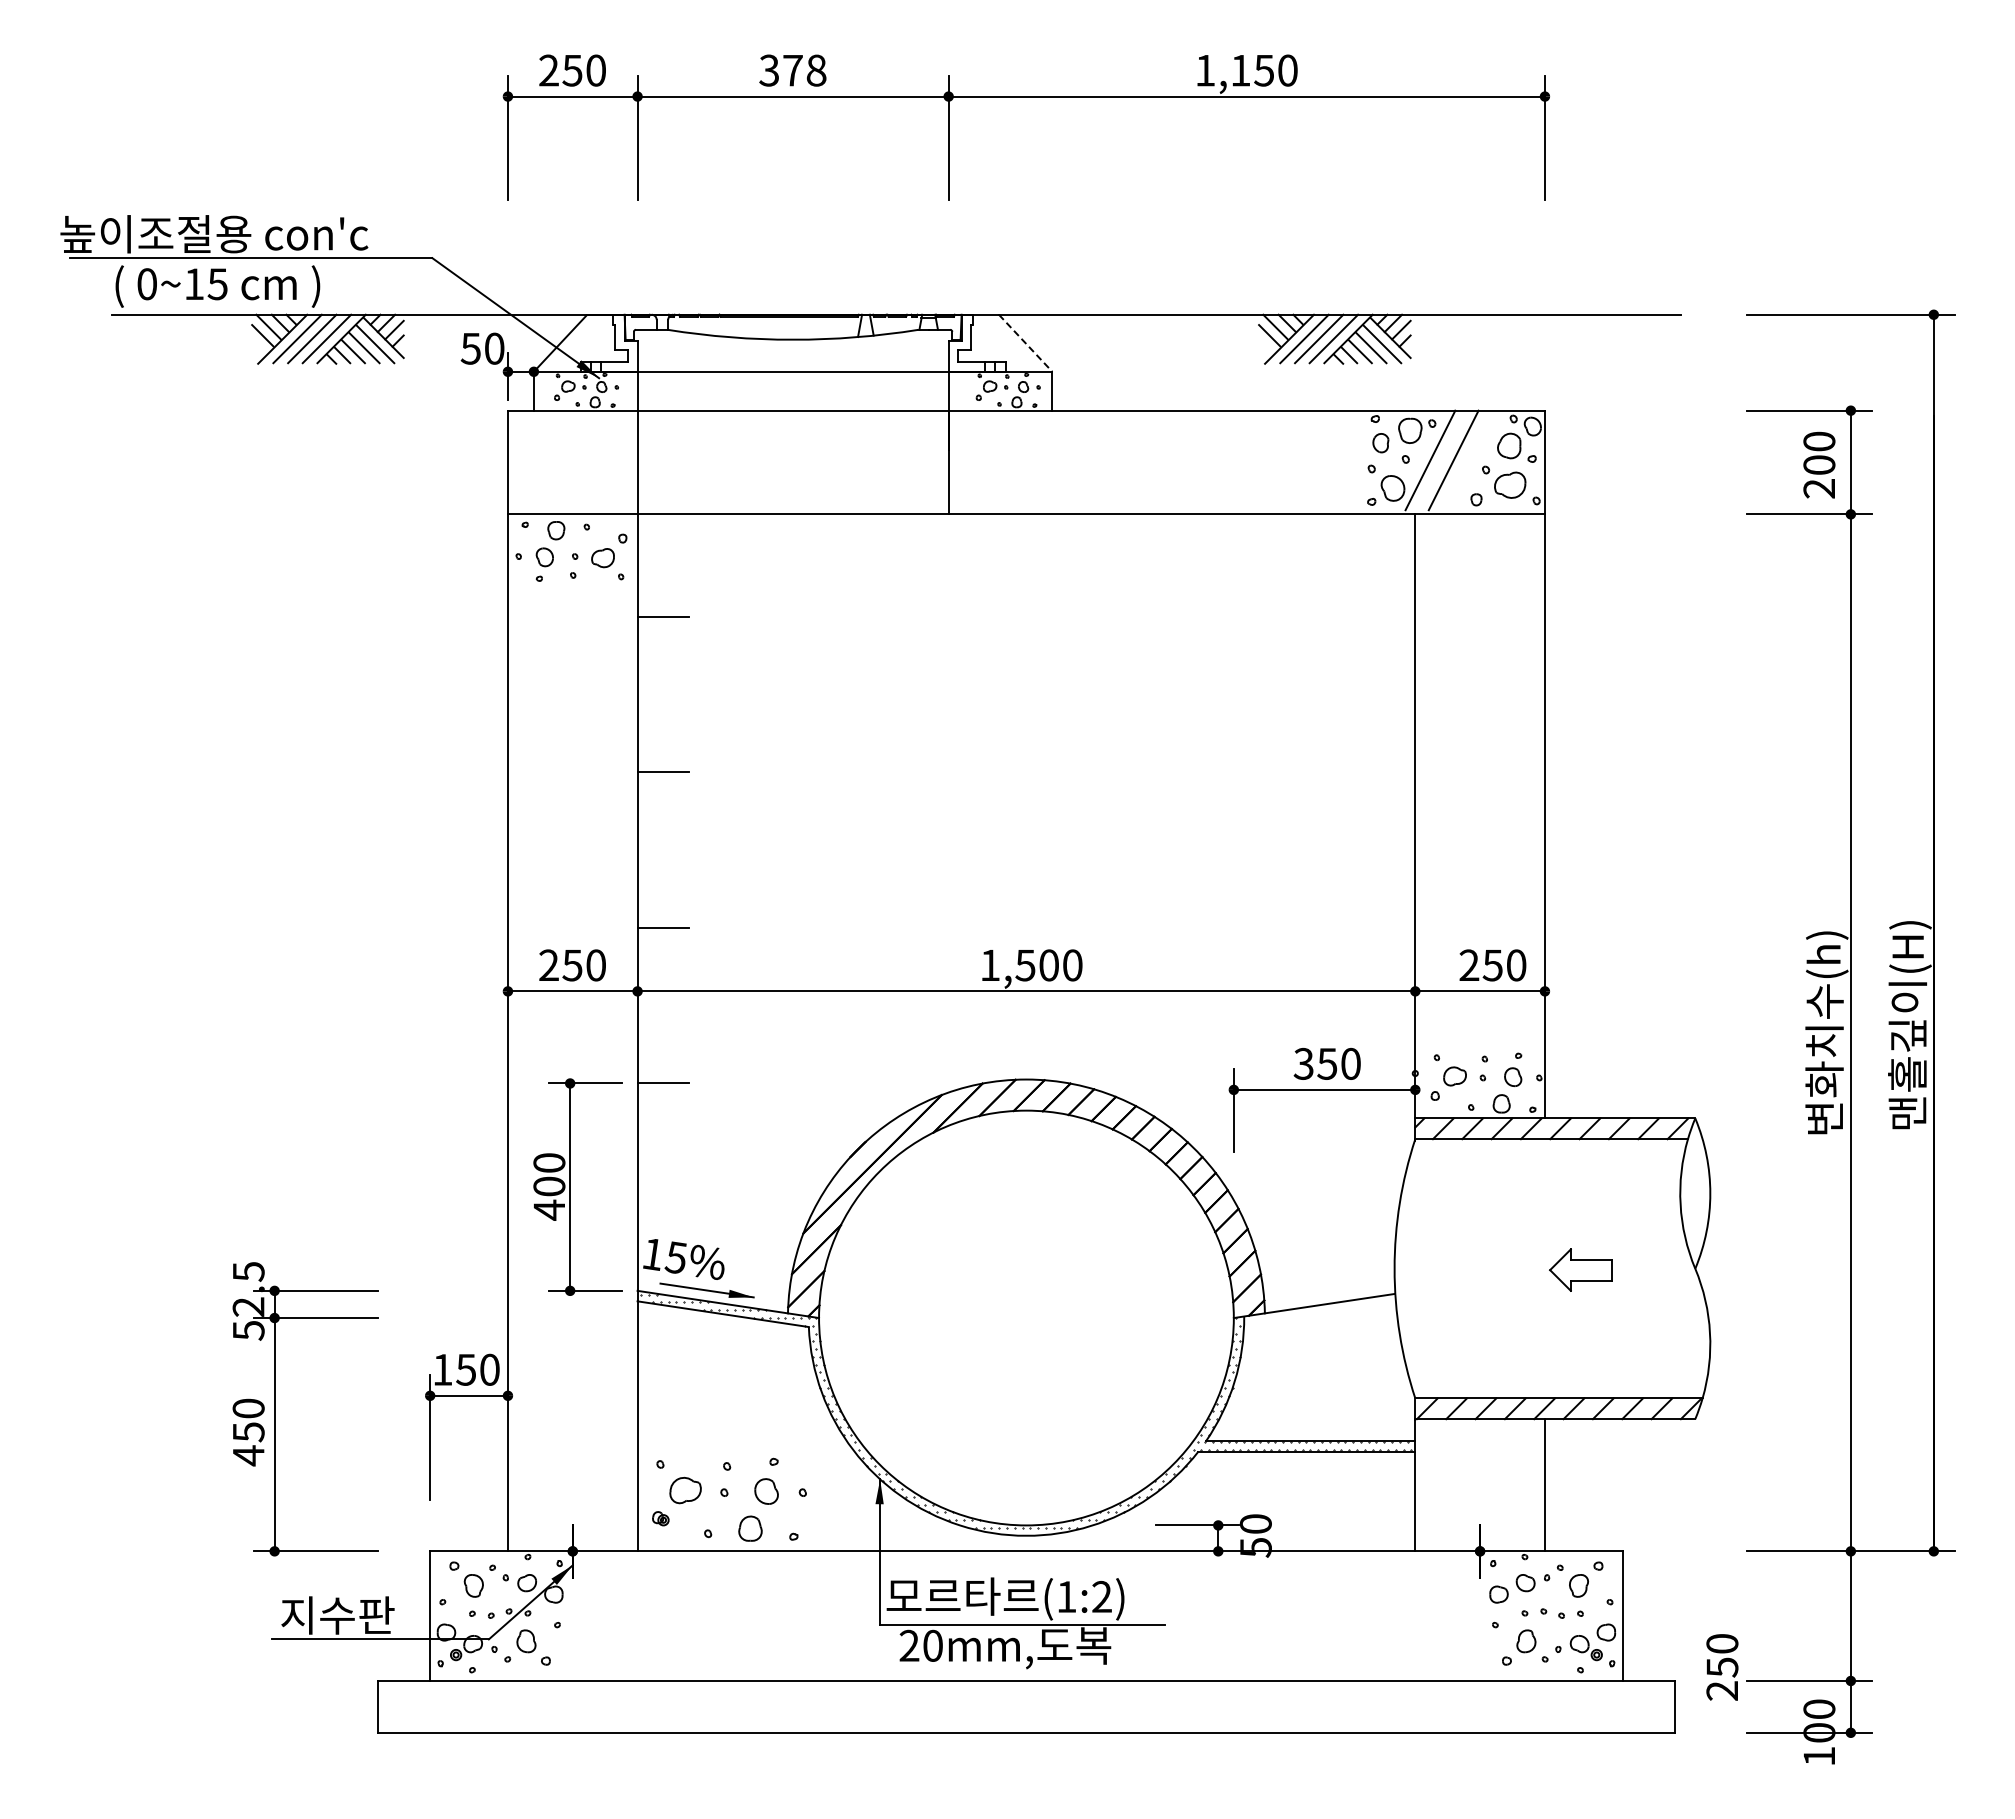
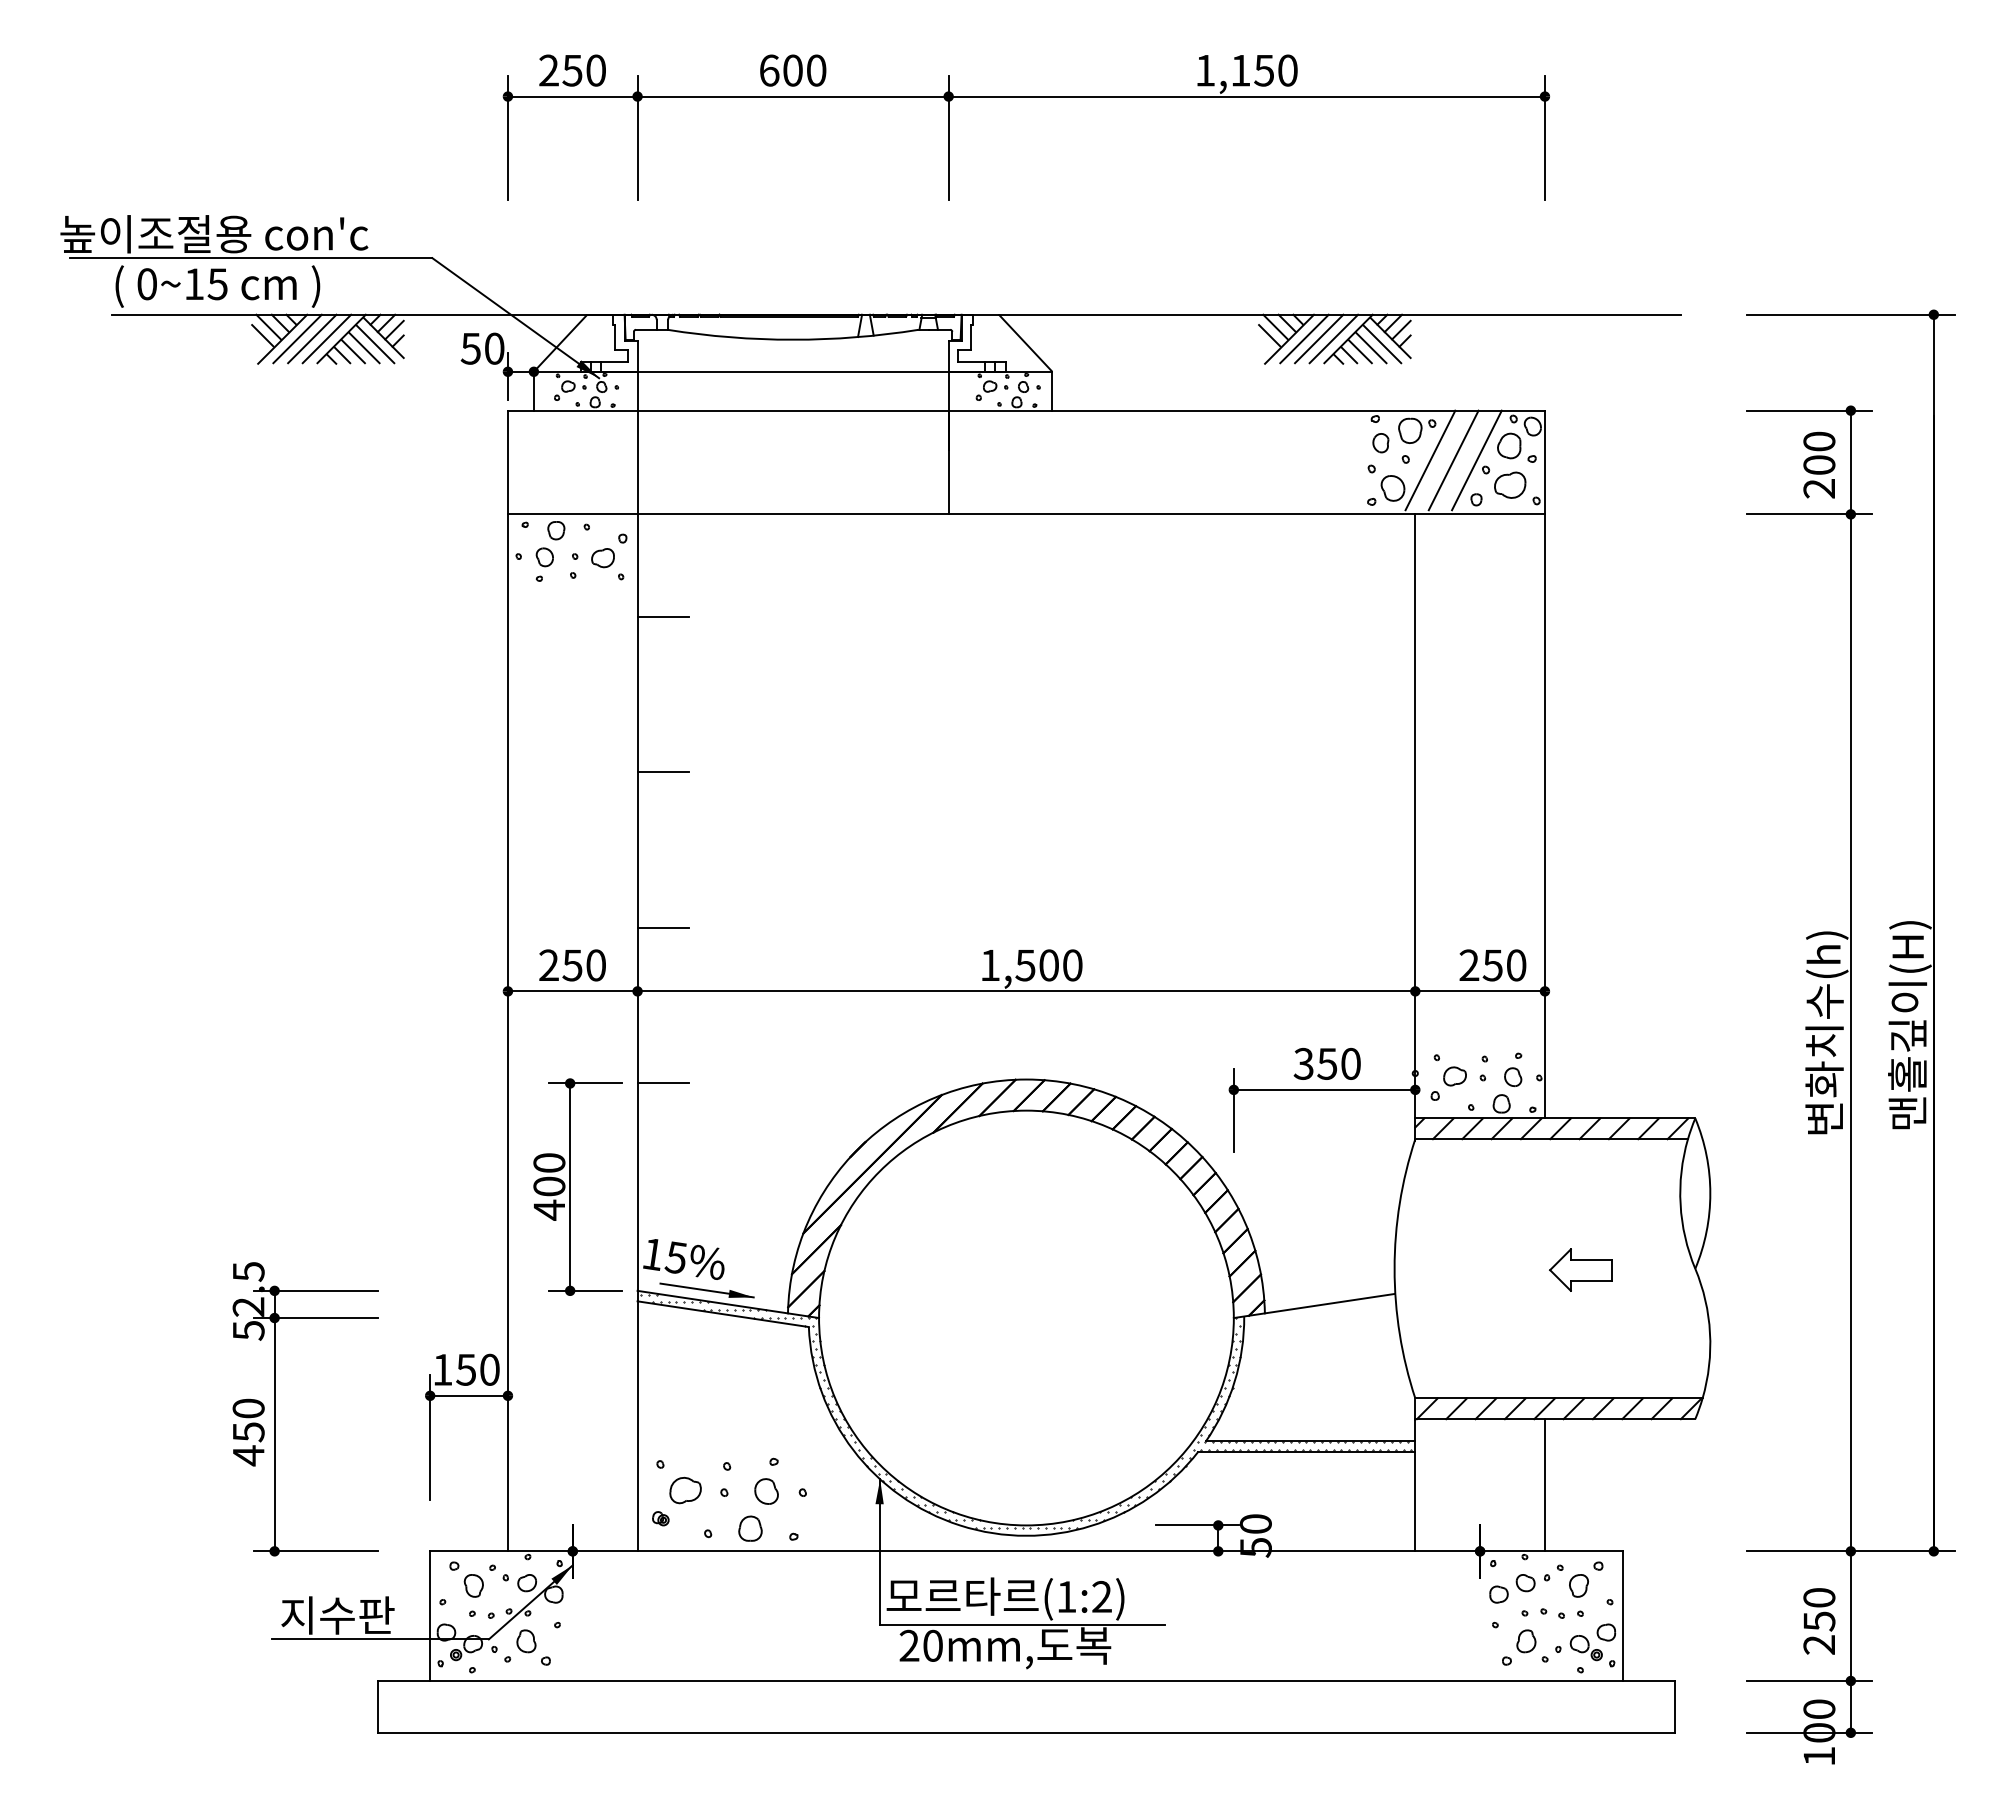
text at (792, 70): 378 -> 600
line at (1026, 343): dashed -> solid
line at (1476, 460): none -> present
text at (1722, 1667) position: (1722, 1667) -> (1819, 1621)
